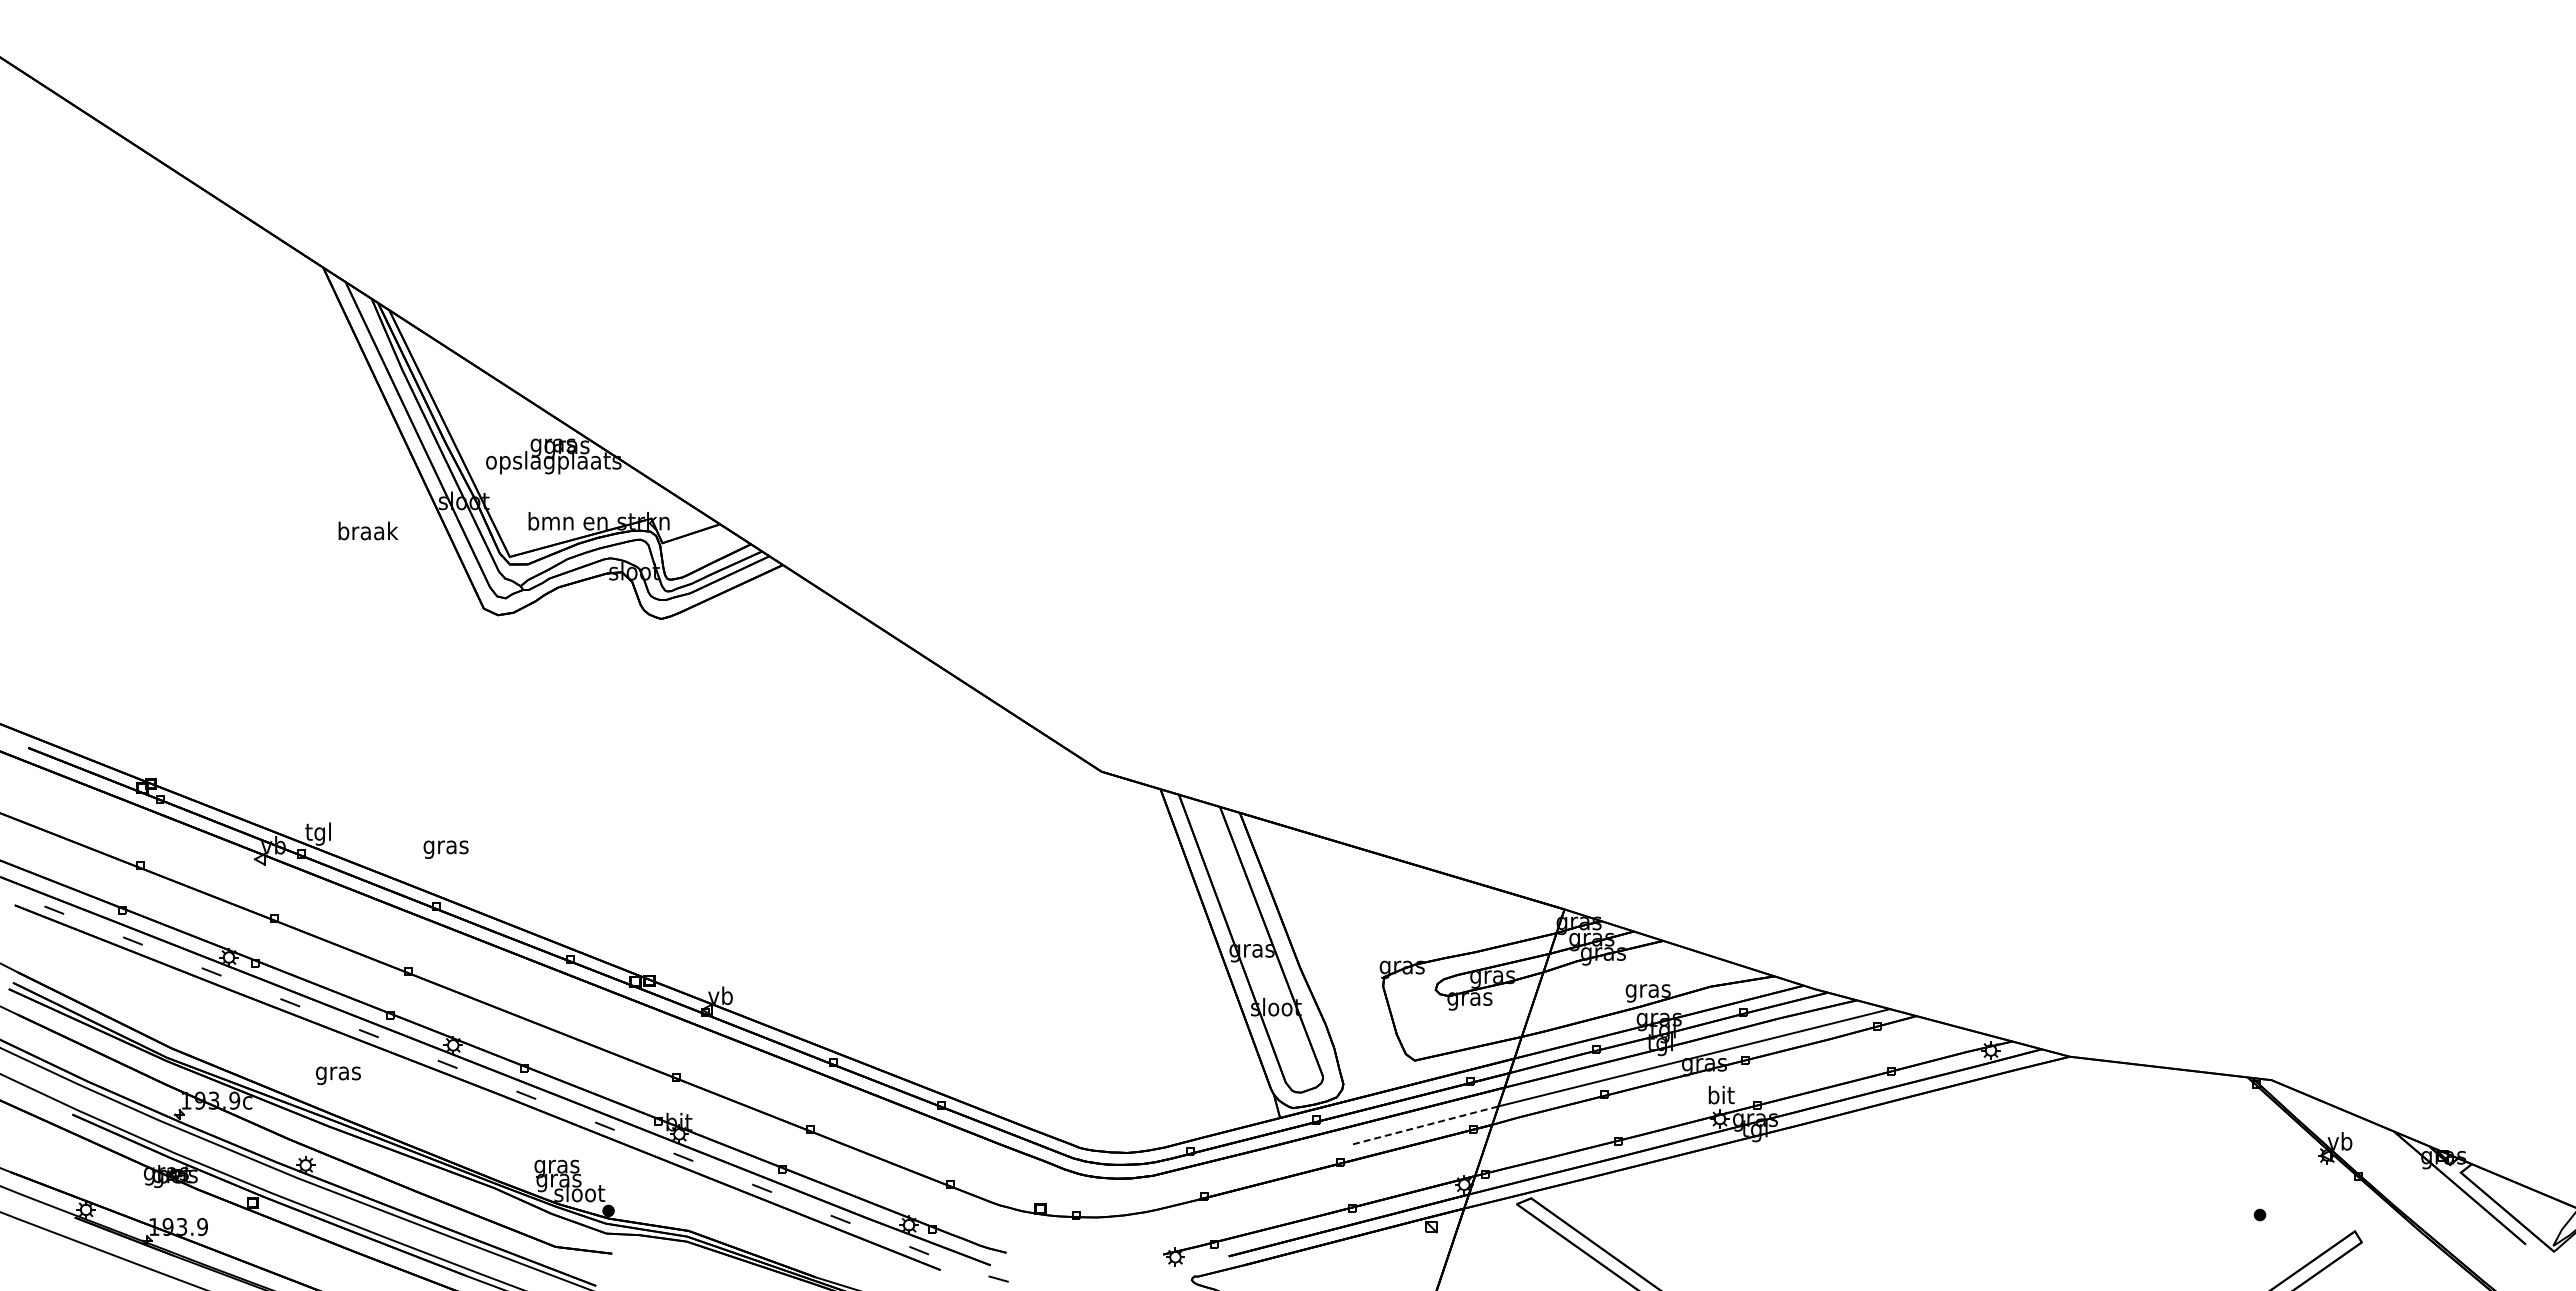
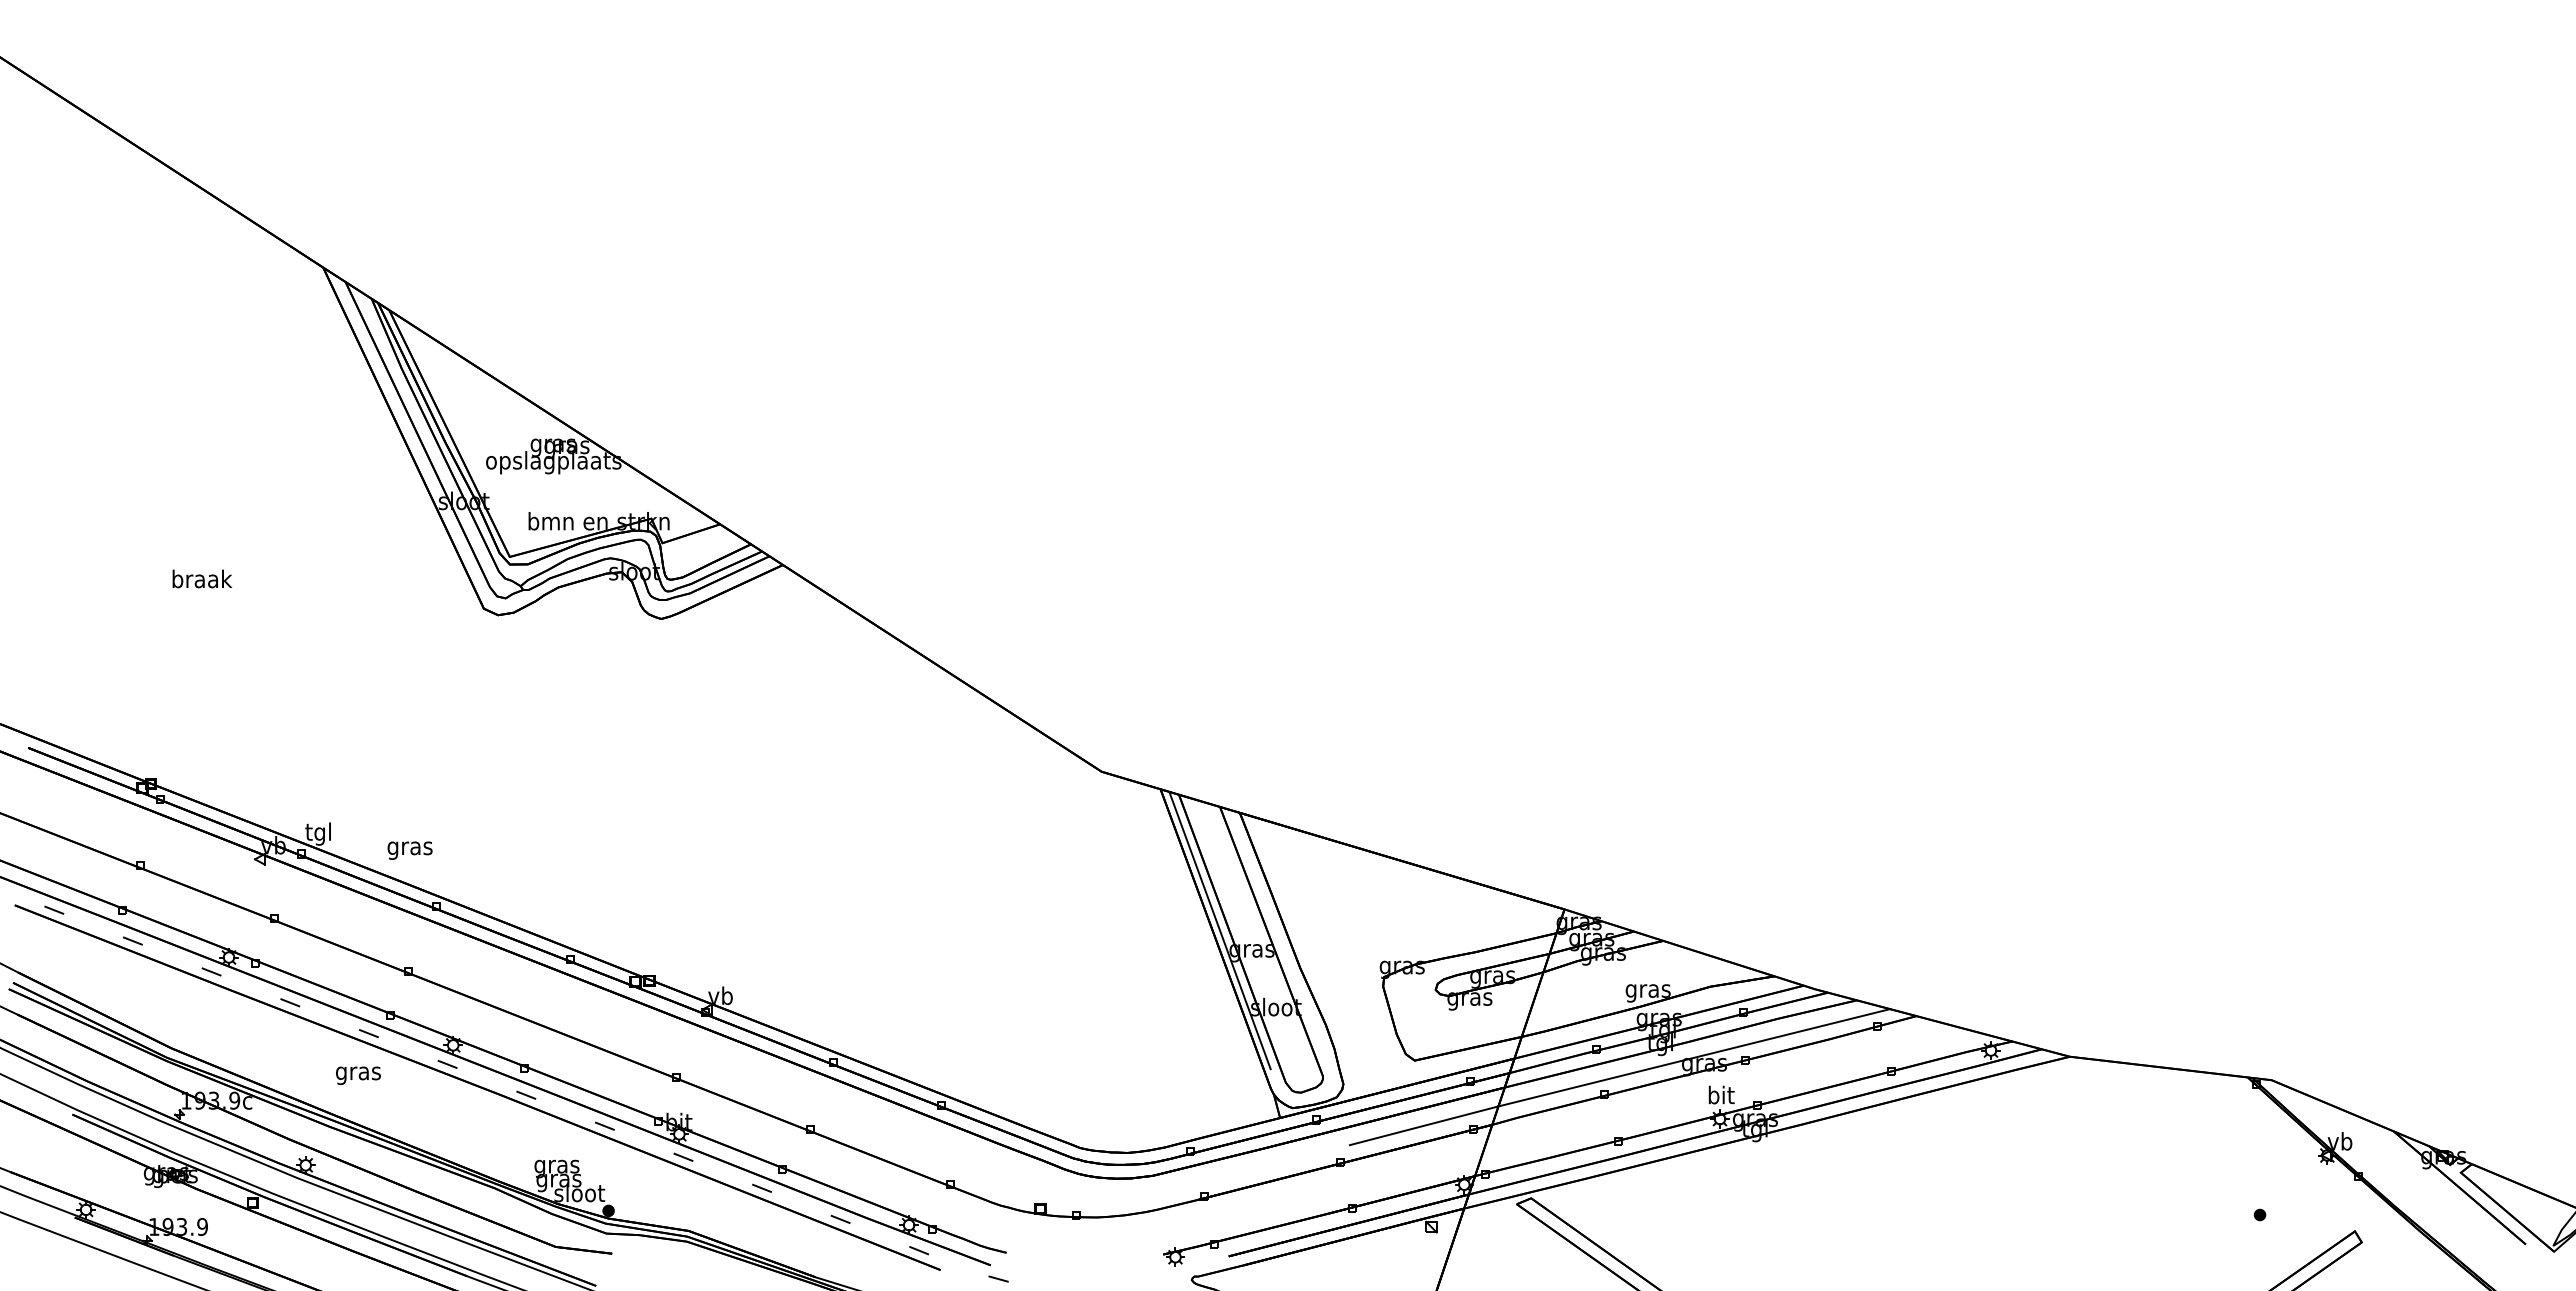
text at (368, 530) position: (368, 530) -> (202, 578)
text at (445, 849) position: (445, 849) -> (409, 850)
line at (1219, 930): none -> present
text at (338, 1075) position: (338, 1075) -> (358, 1075)
line at (1424, 1125): dashed -> solid
